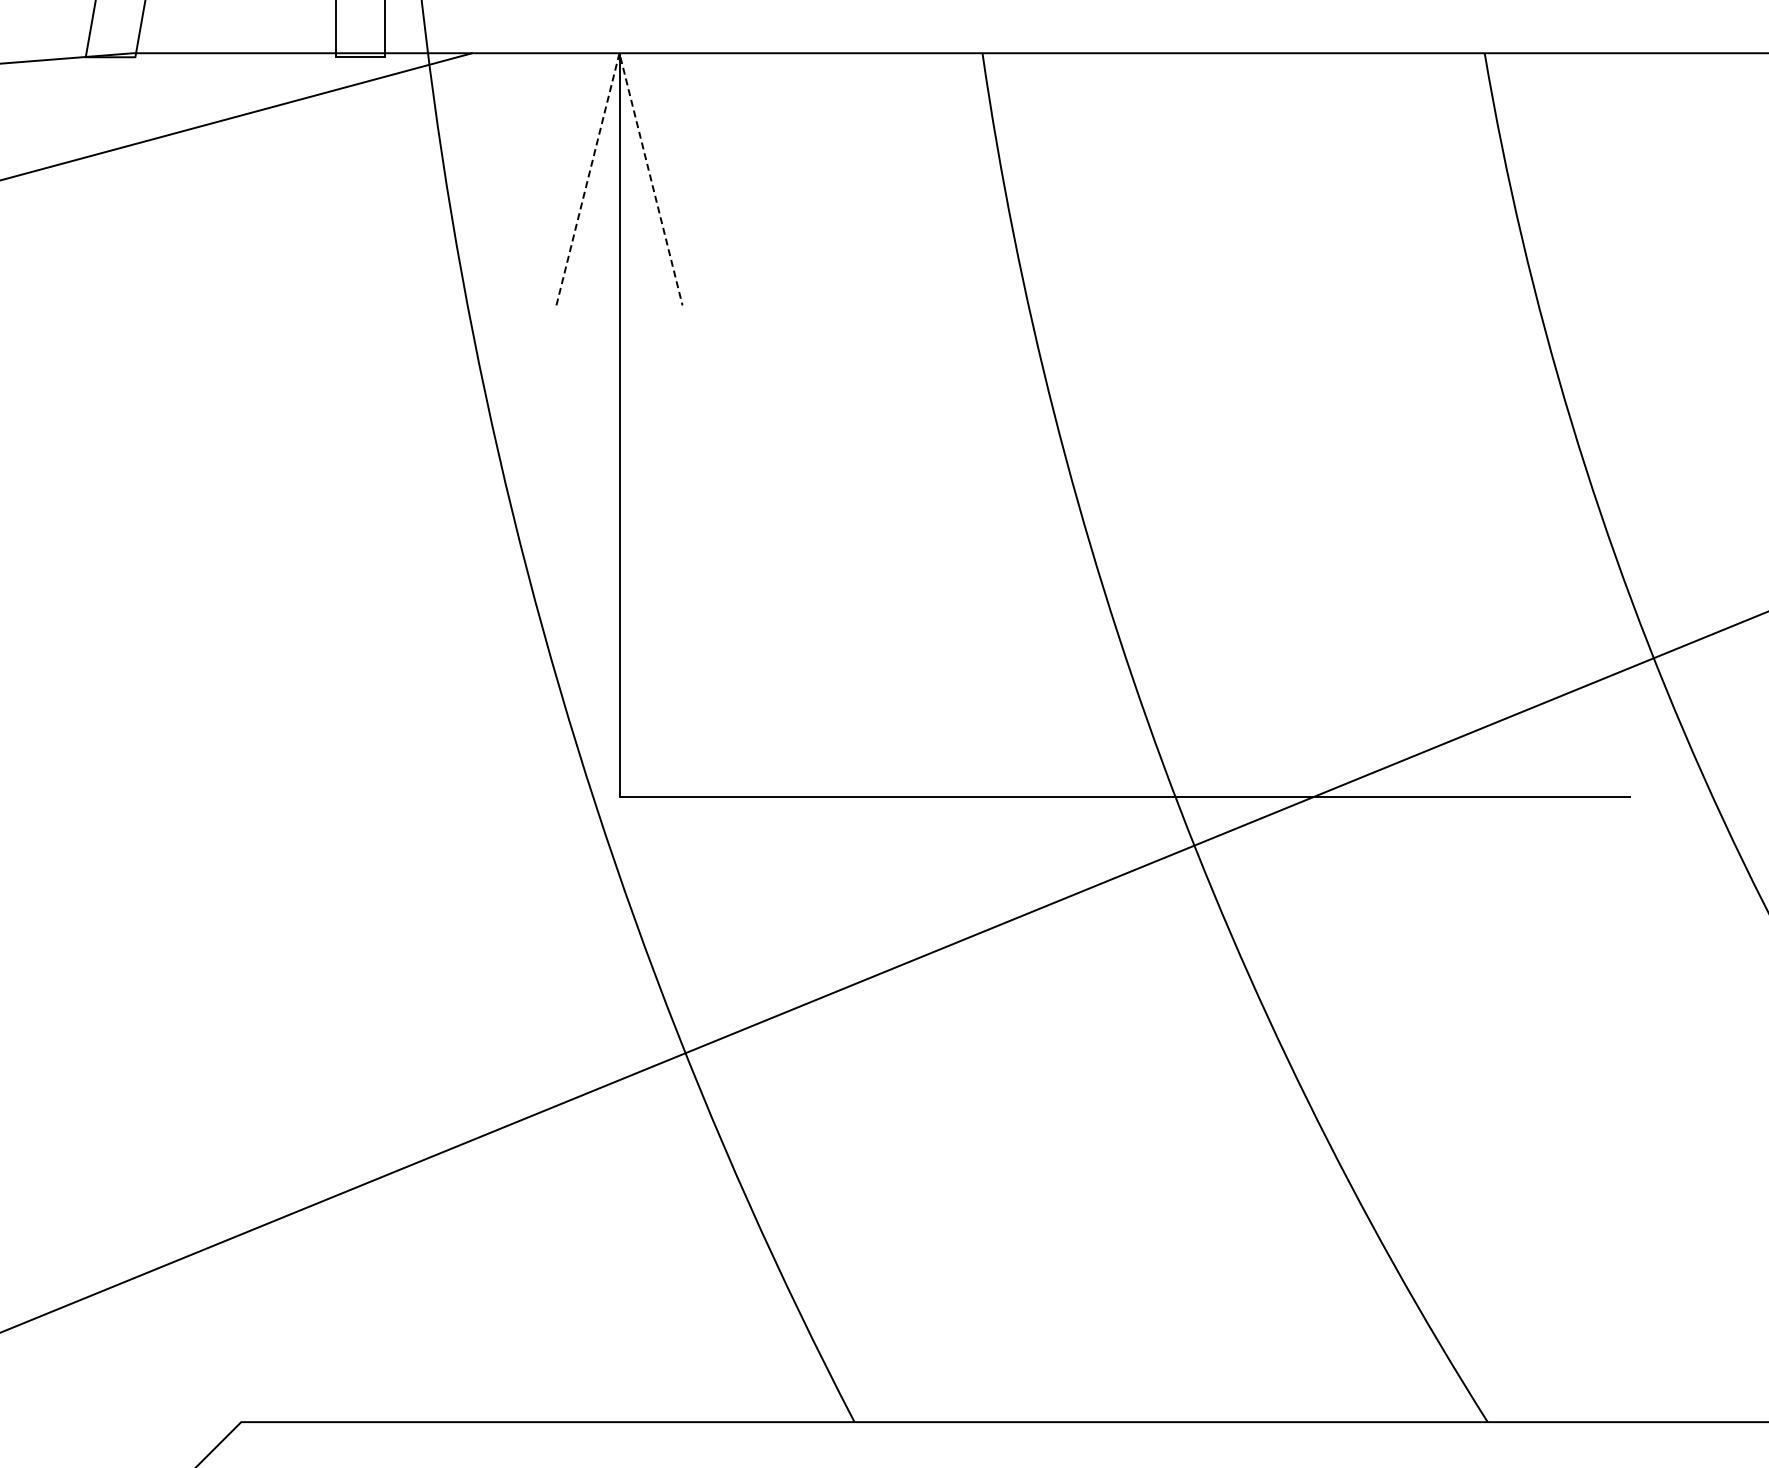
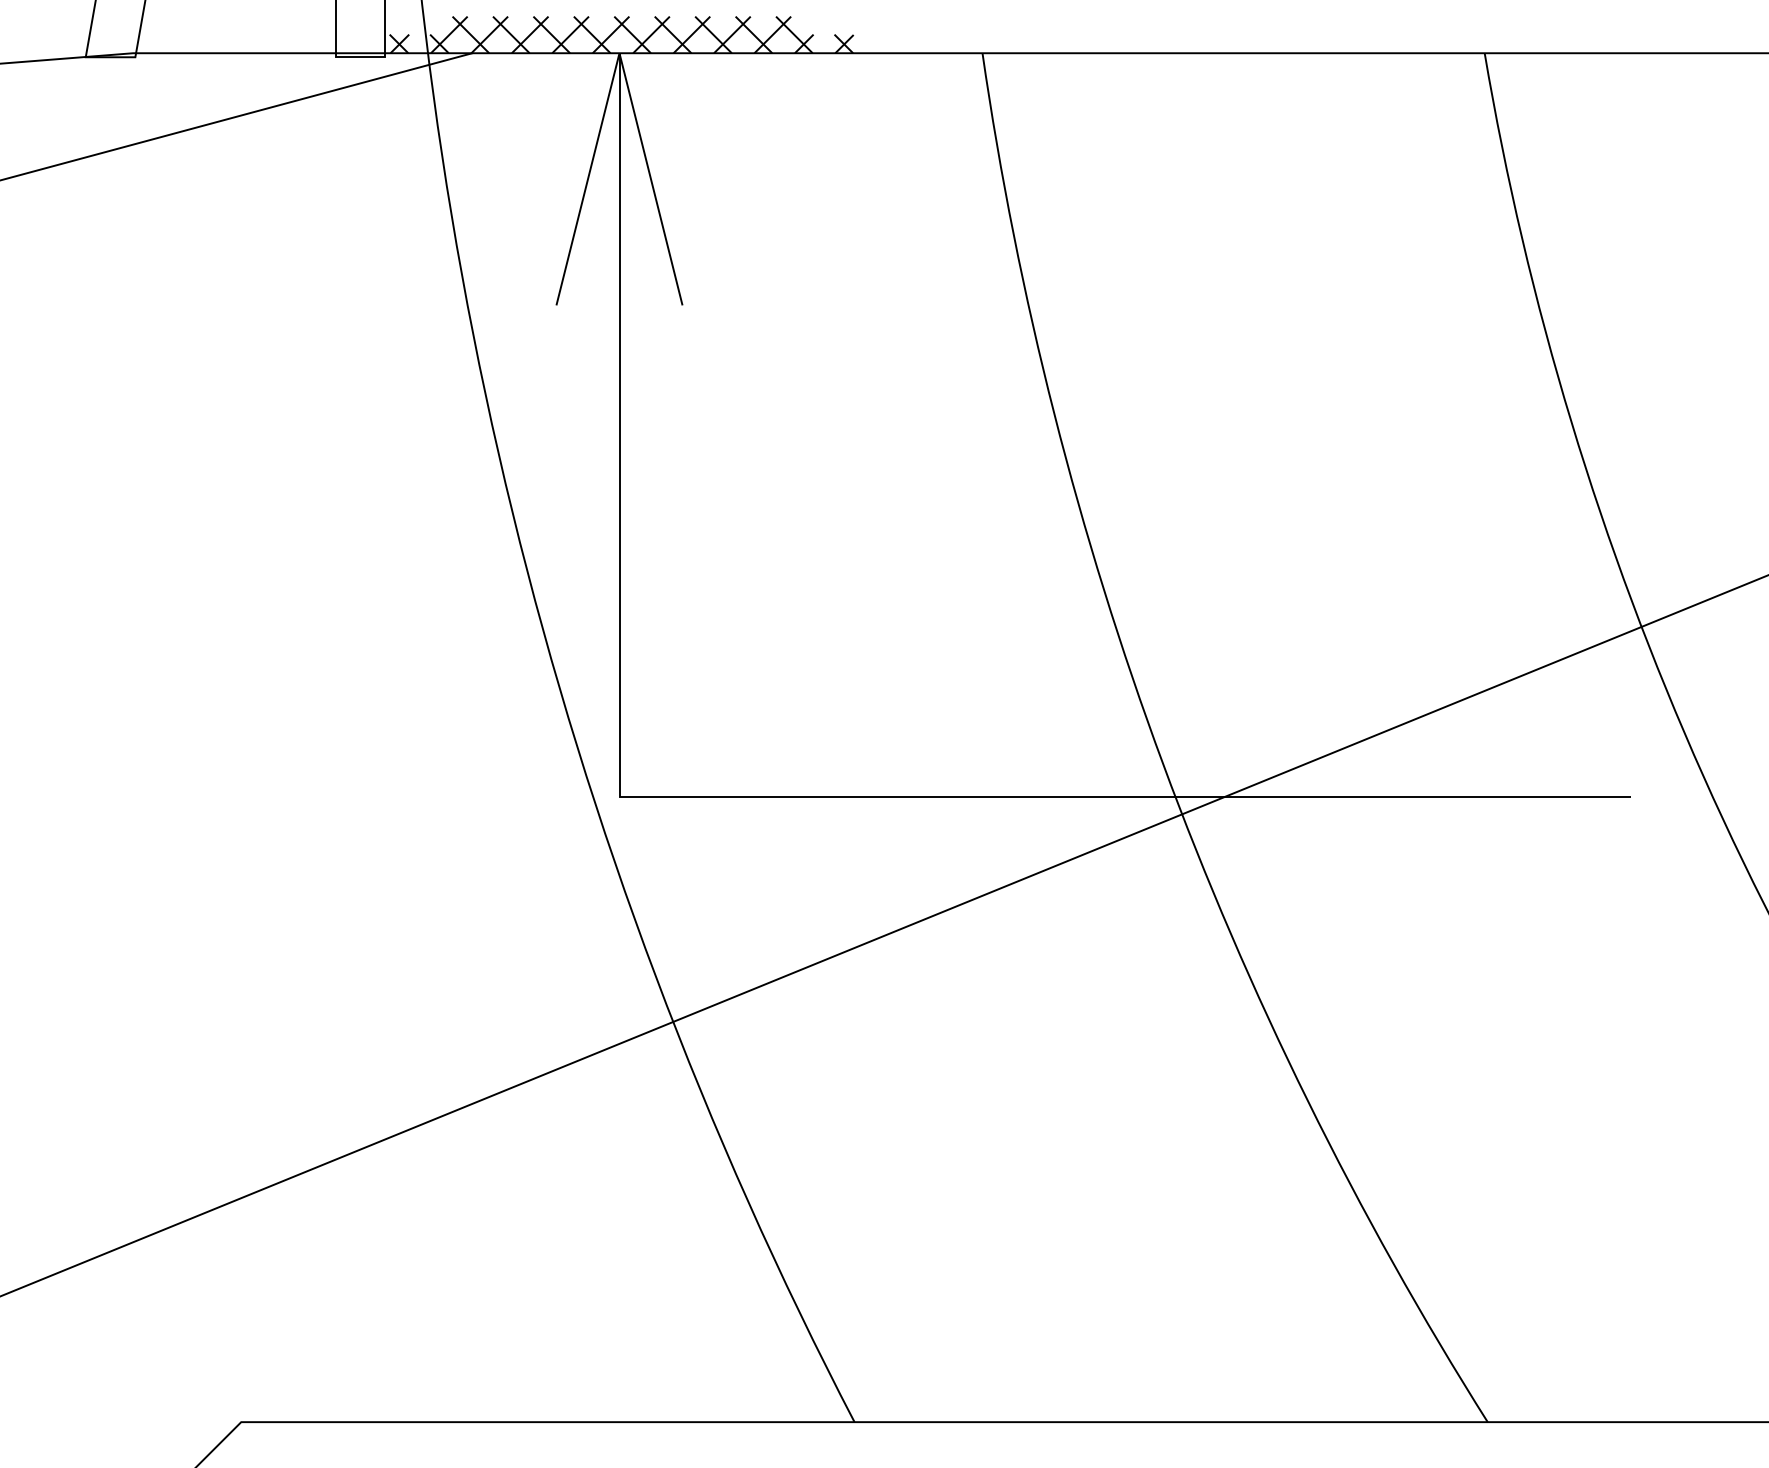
hatch at (621, 34): none -> present
line at (619, 53): dashed -> solid
line at (883, 971) position: (883, 971) -> (883, 935)
